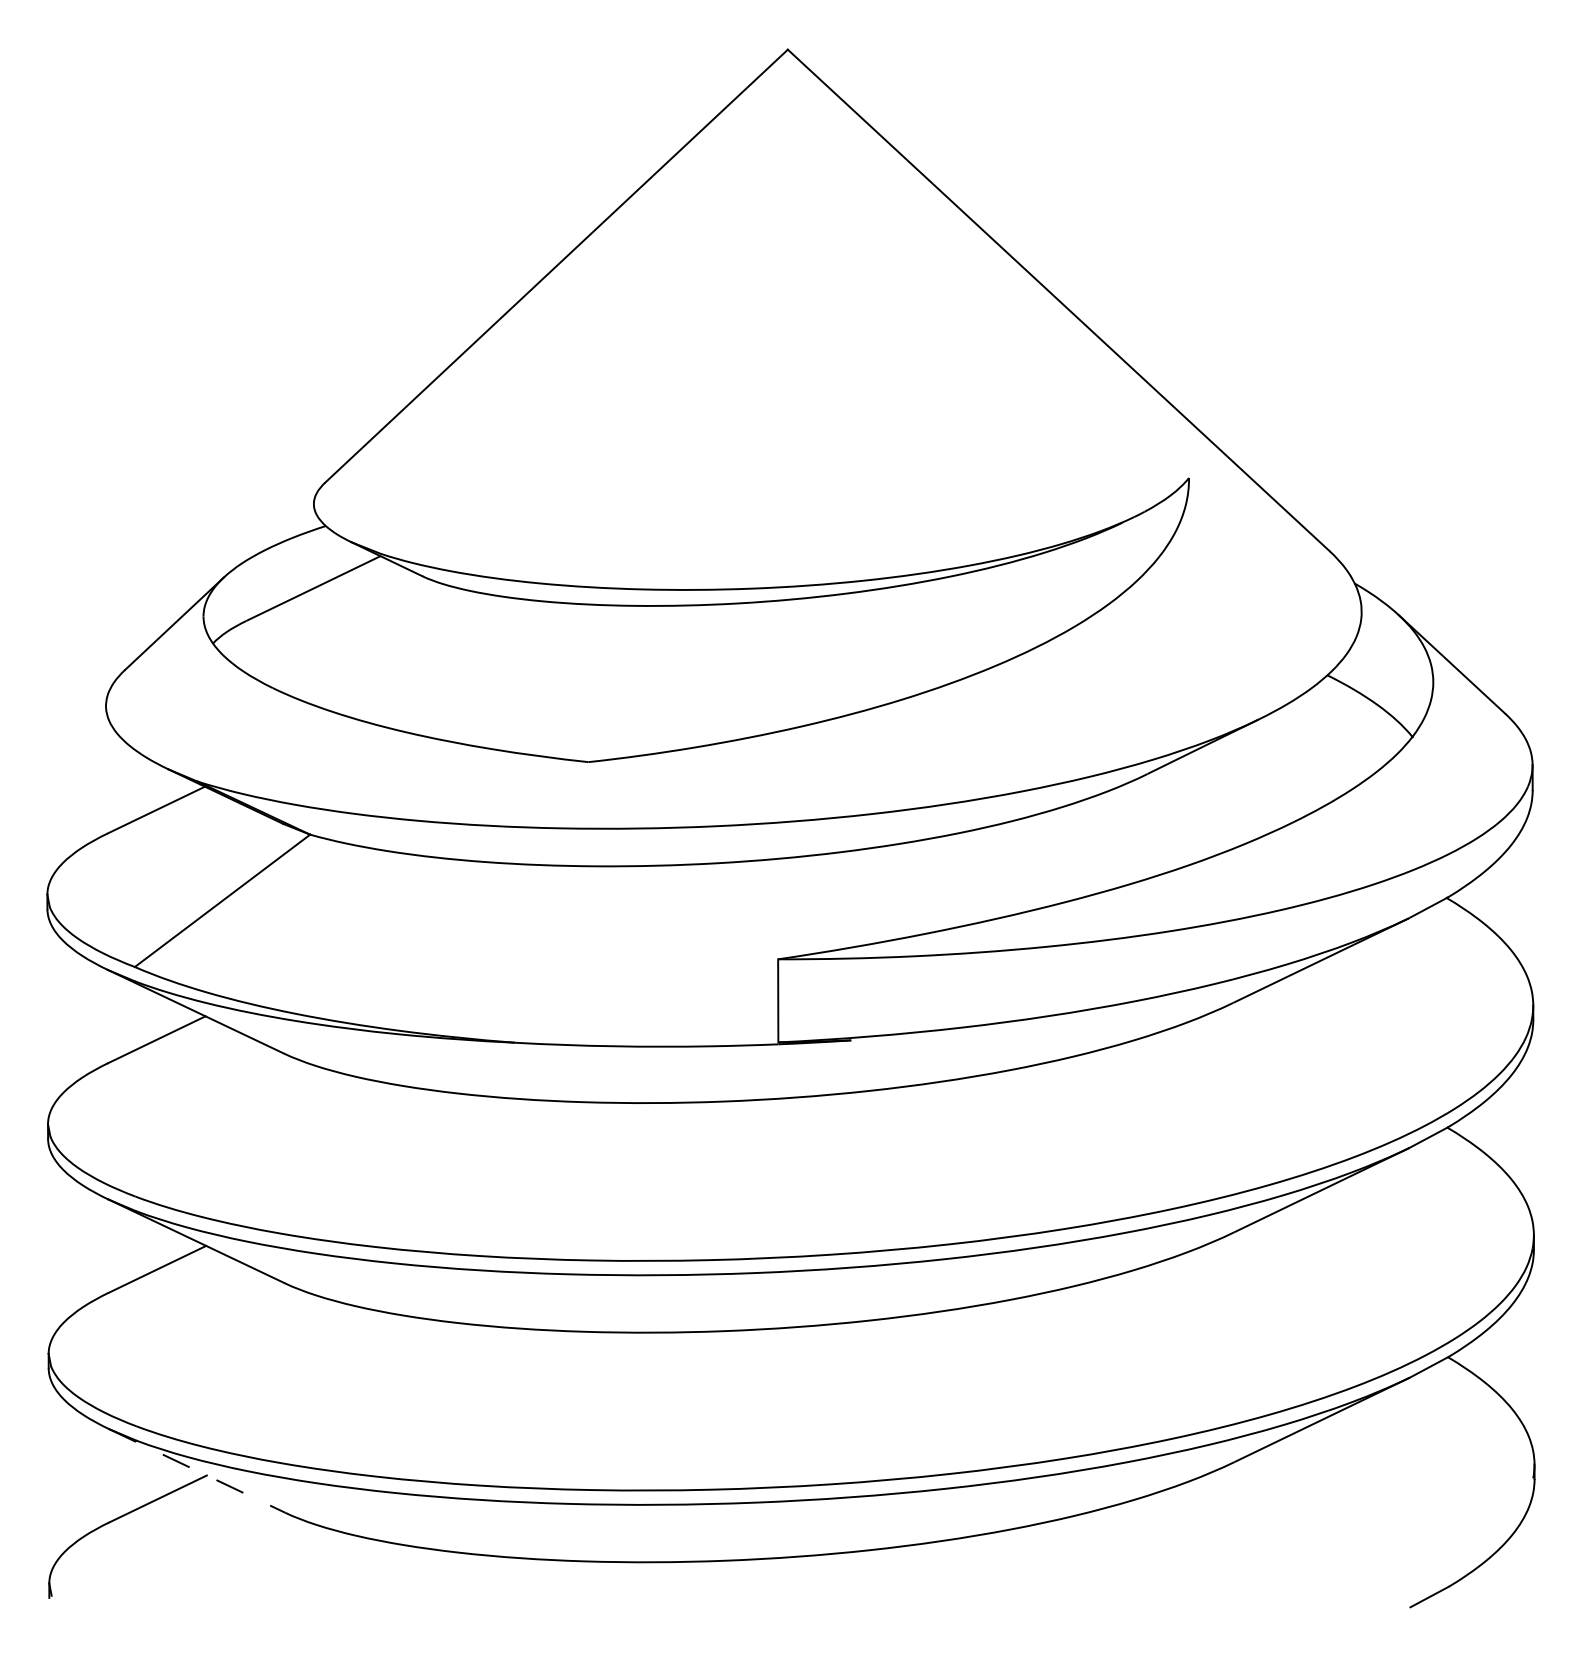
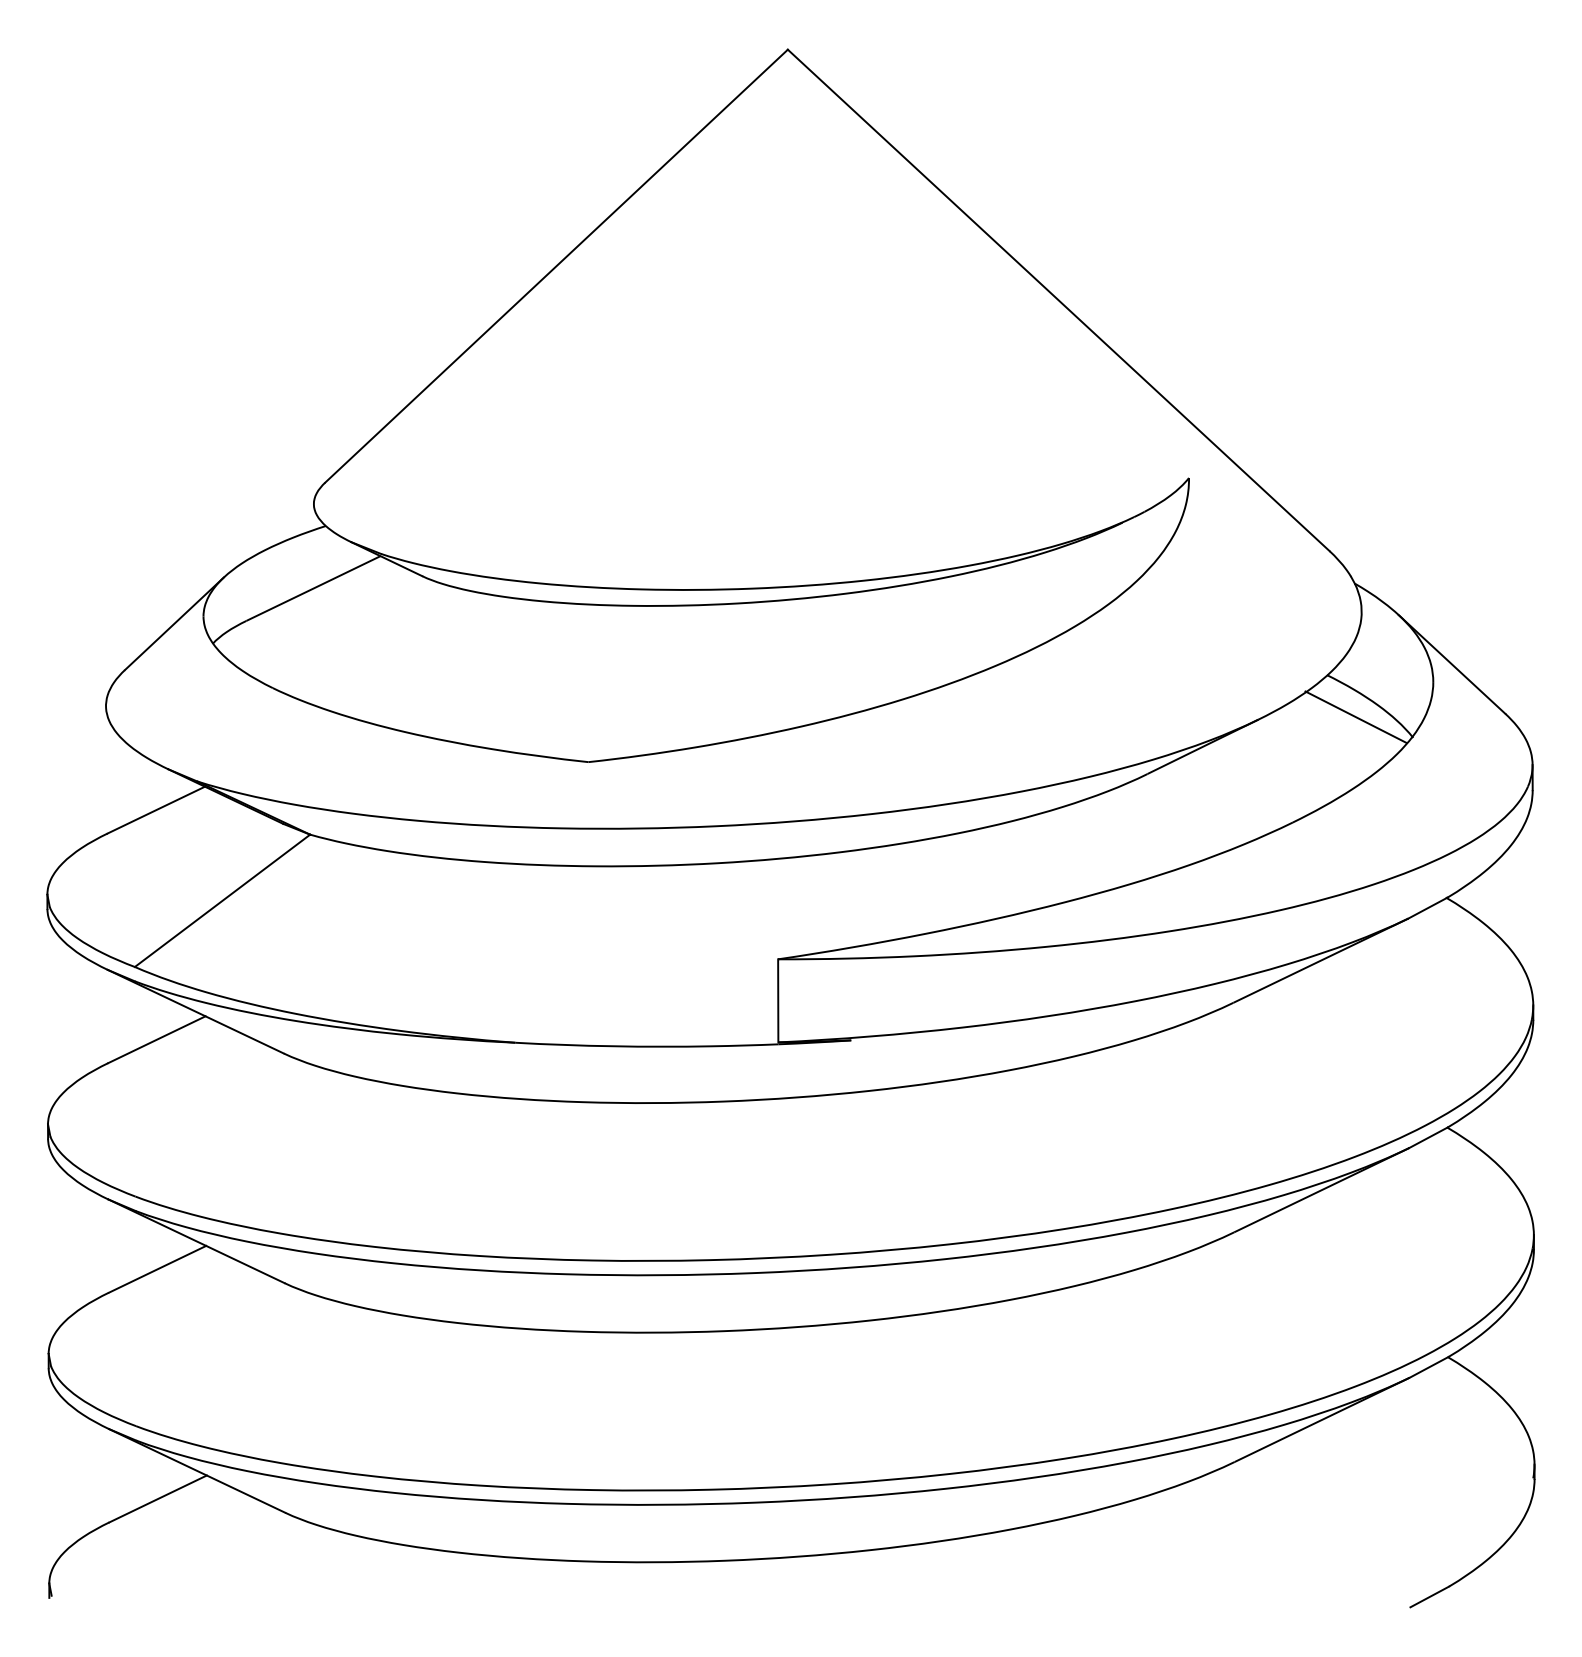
line at (1355, 716): none -> present
line at (197, 1471): dashed -> solid
